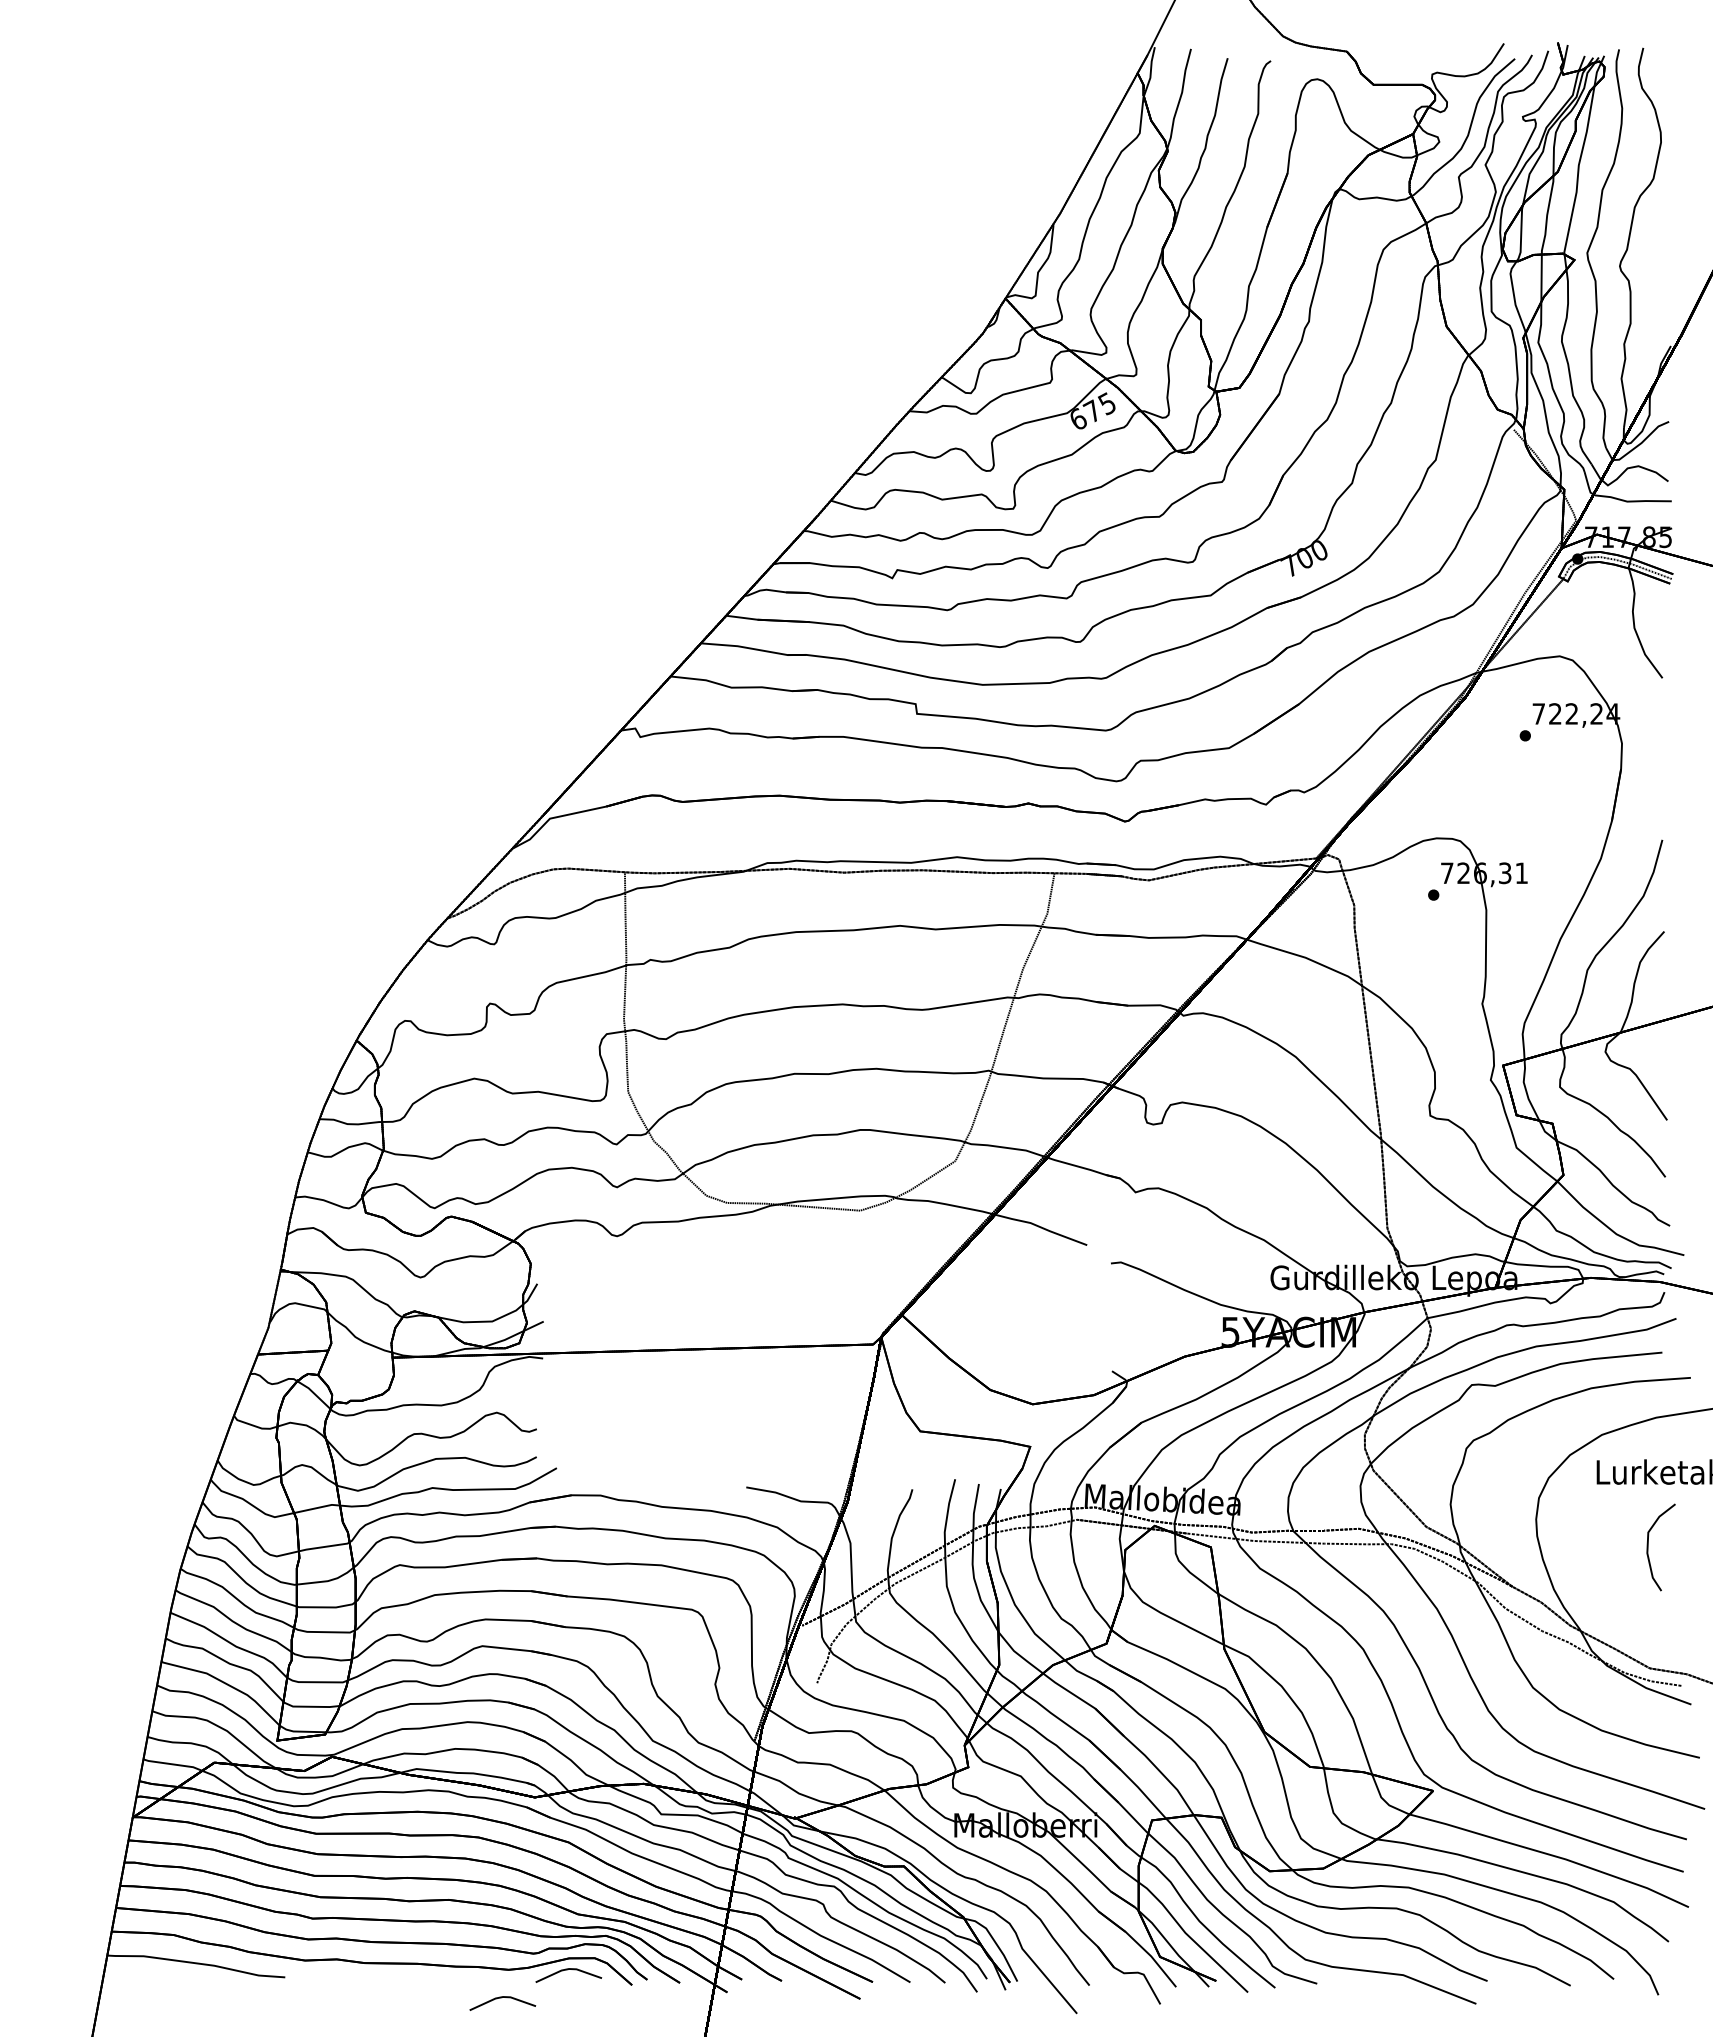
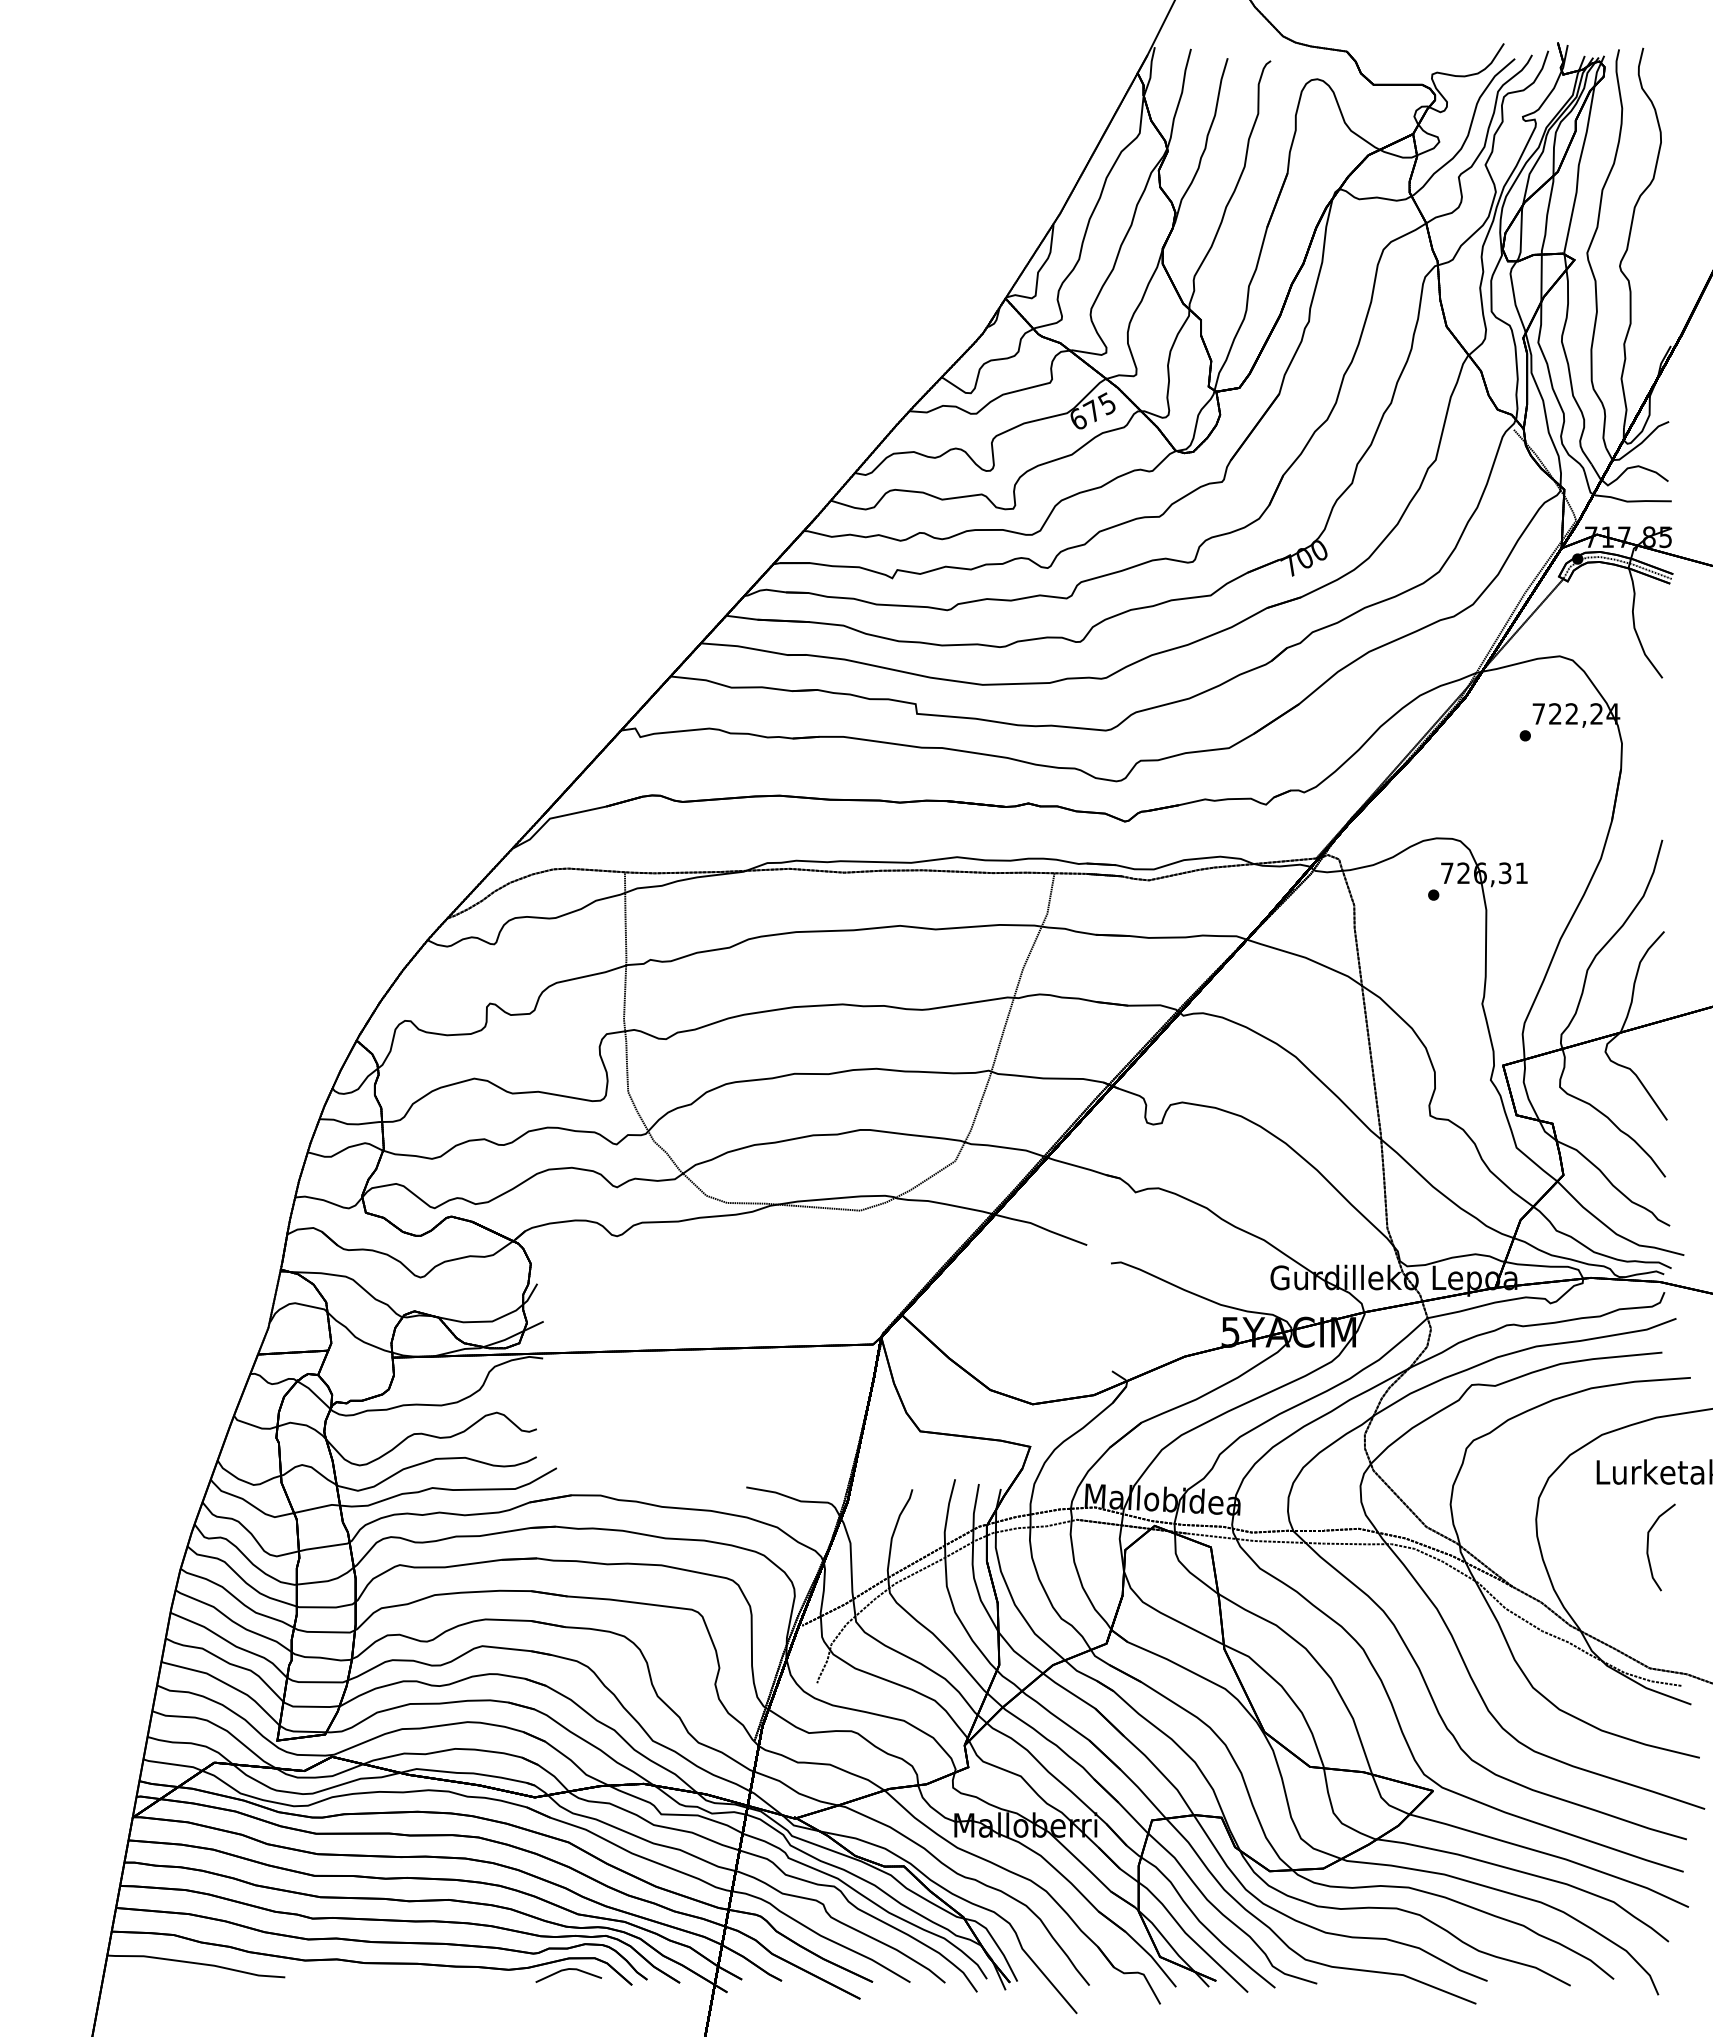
line at (501, 1998): present -> none
